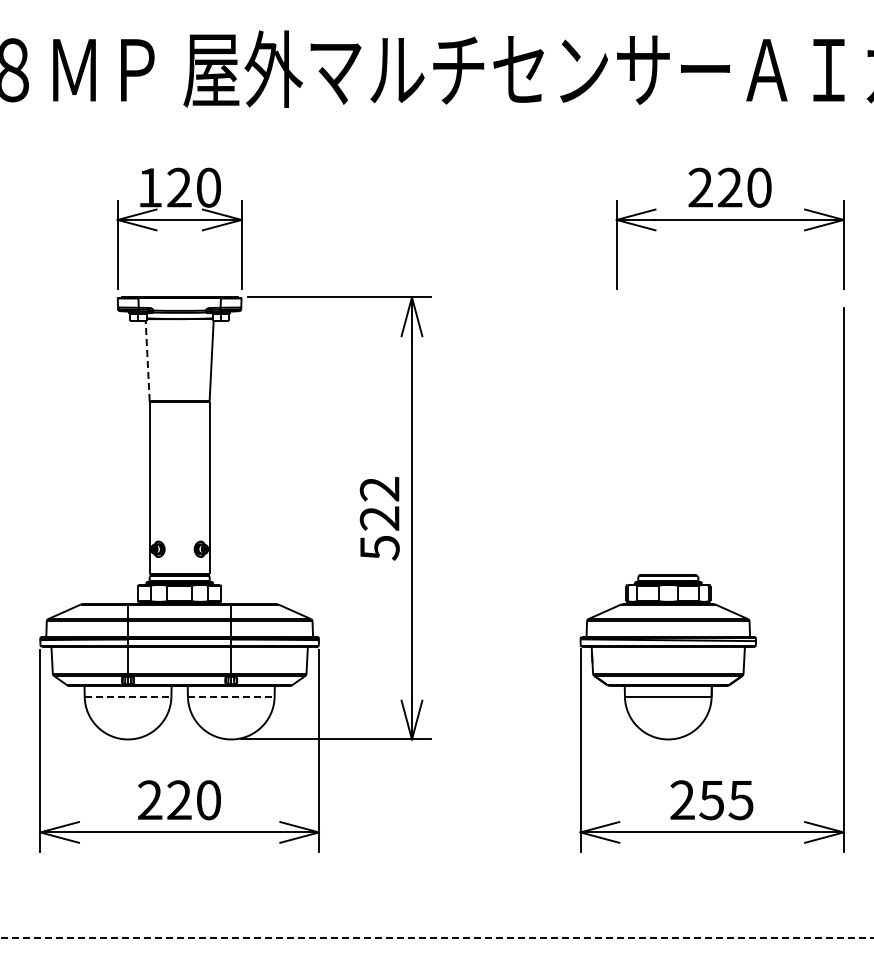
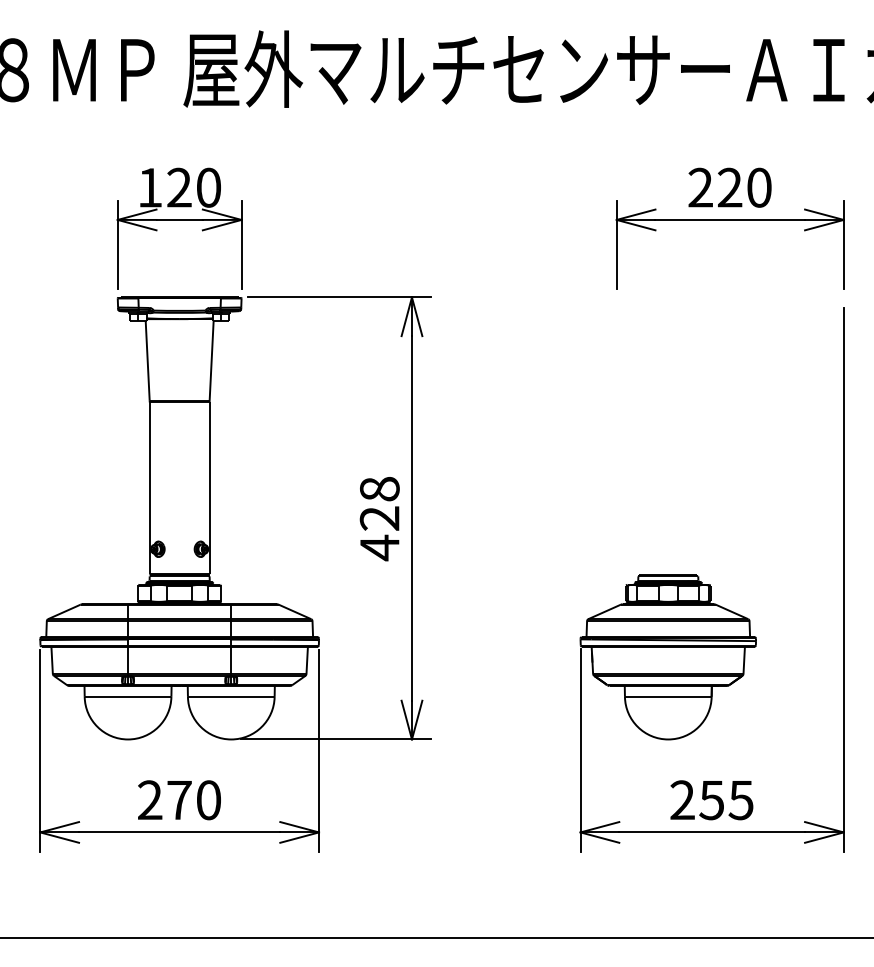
line at (147, 360): dashed -> solid
text at (379, 519): 522 -> 428
line at (128, 696): dashed -> solid
line at (231, 696): dashed -> solid
text at (179, 799): 220 -> 270
line at (437, 937): dashed -> solid
